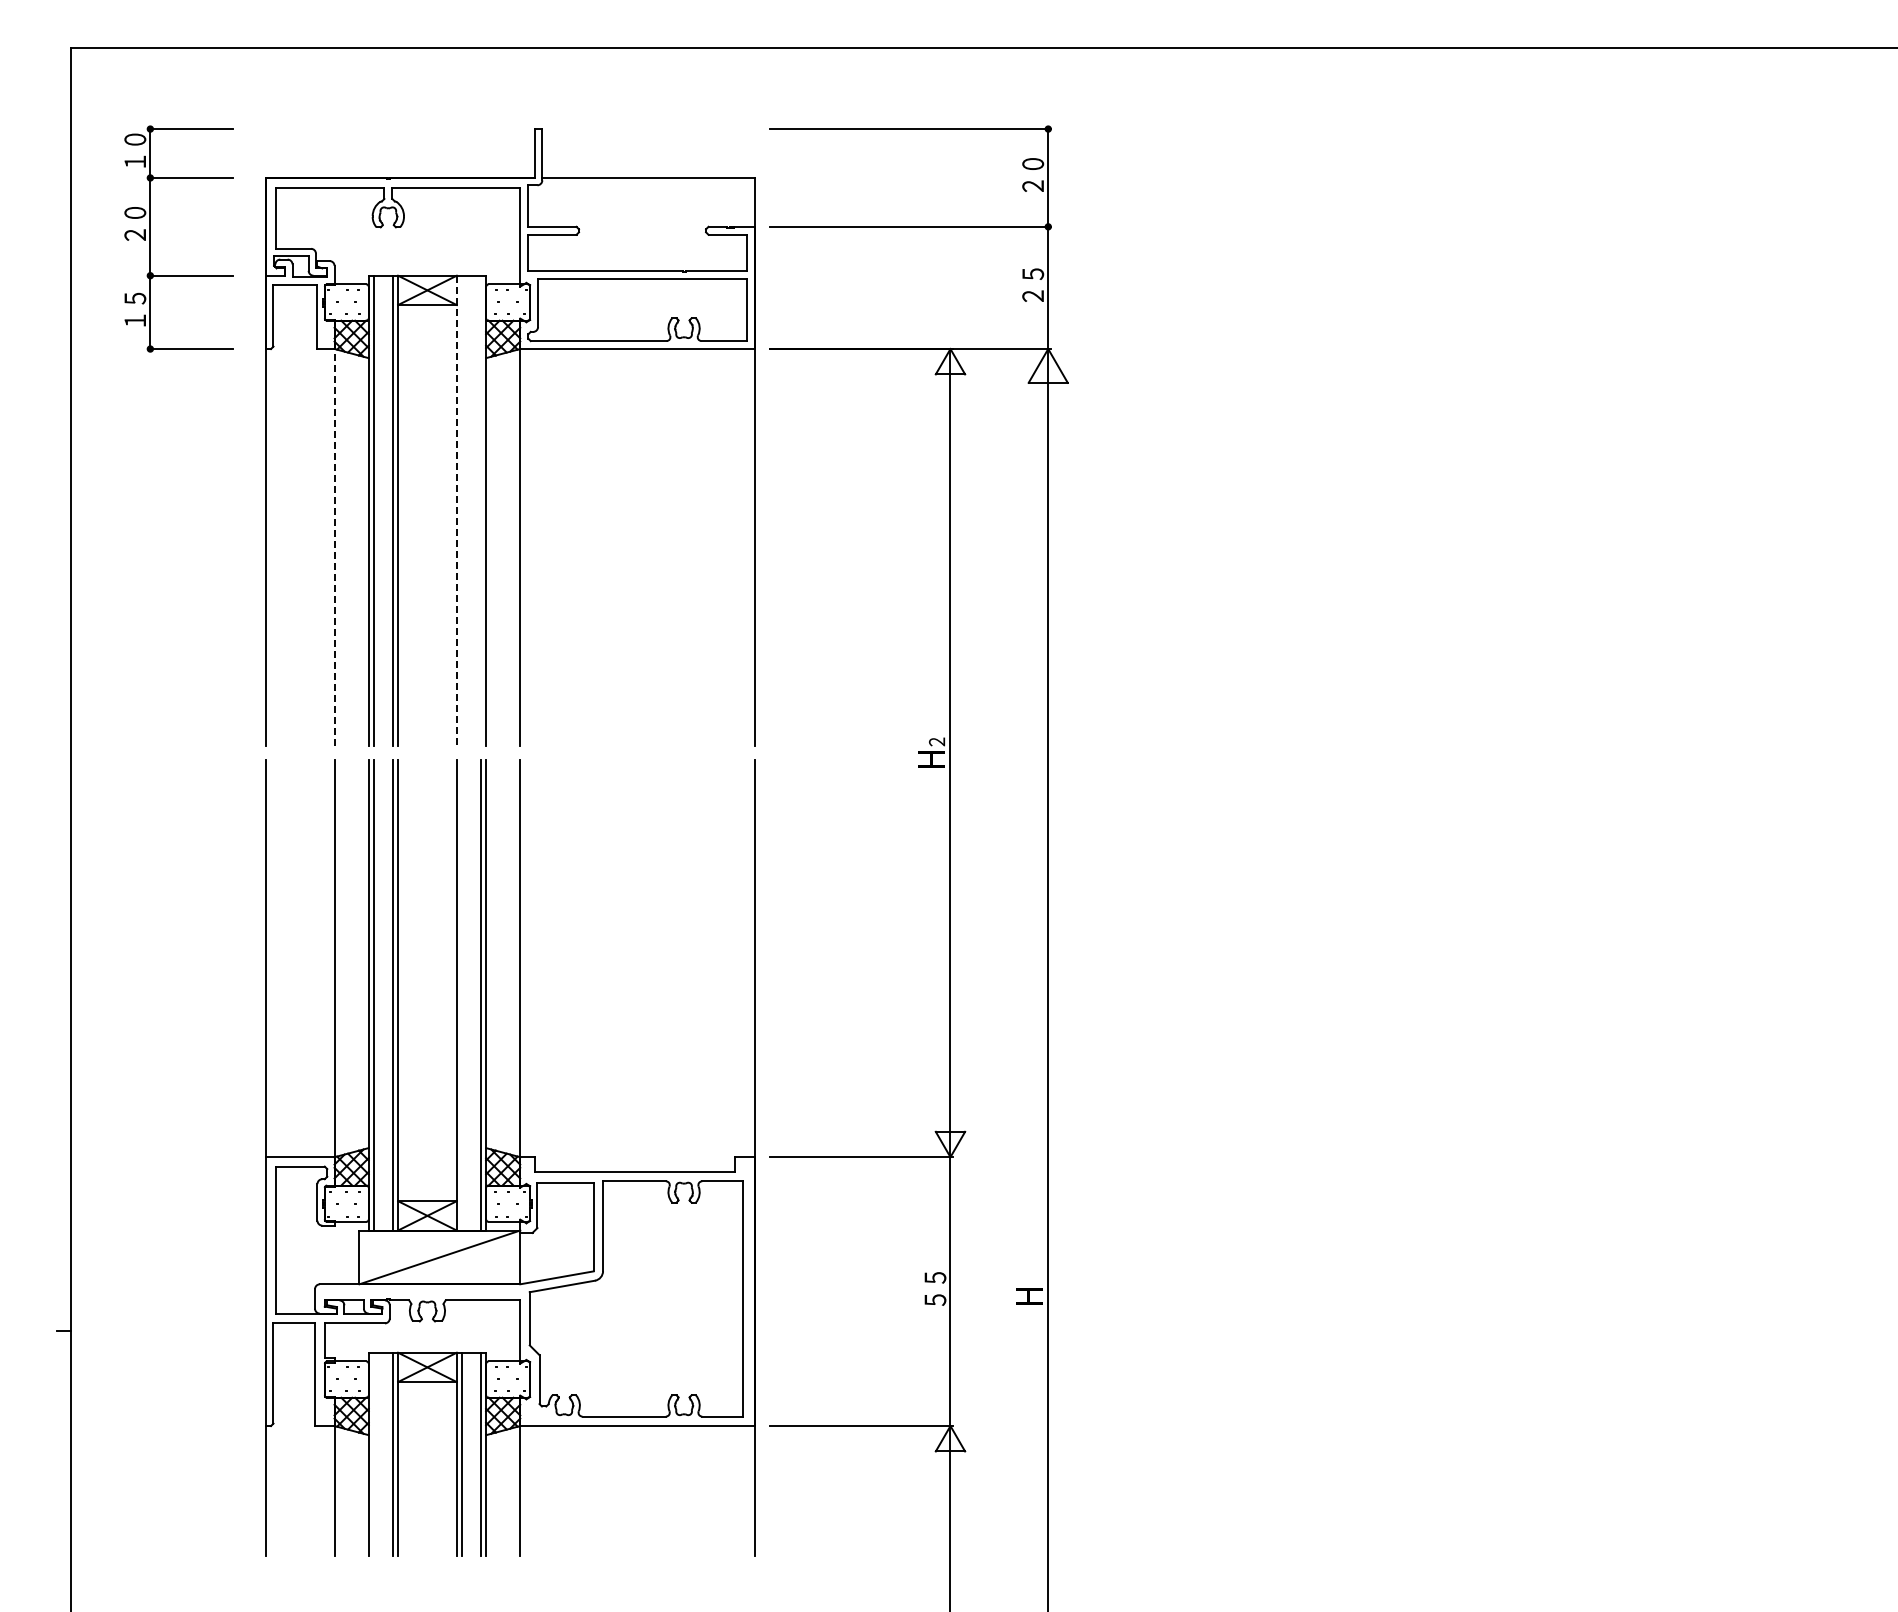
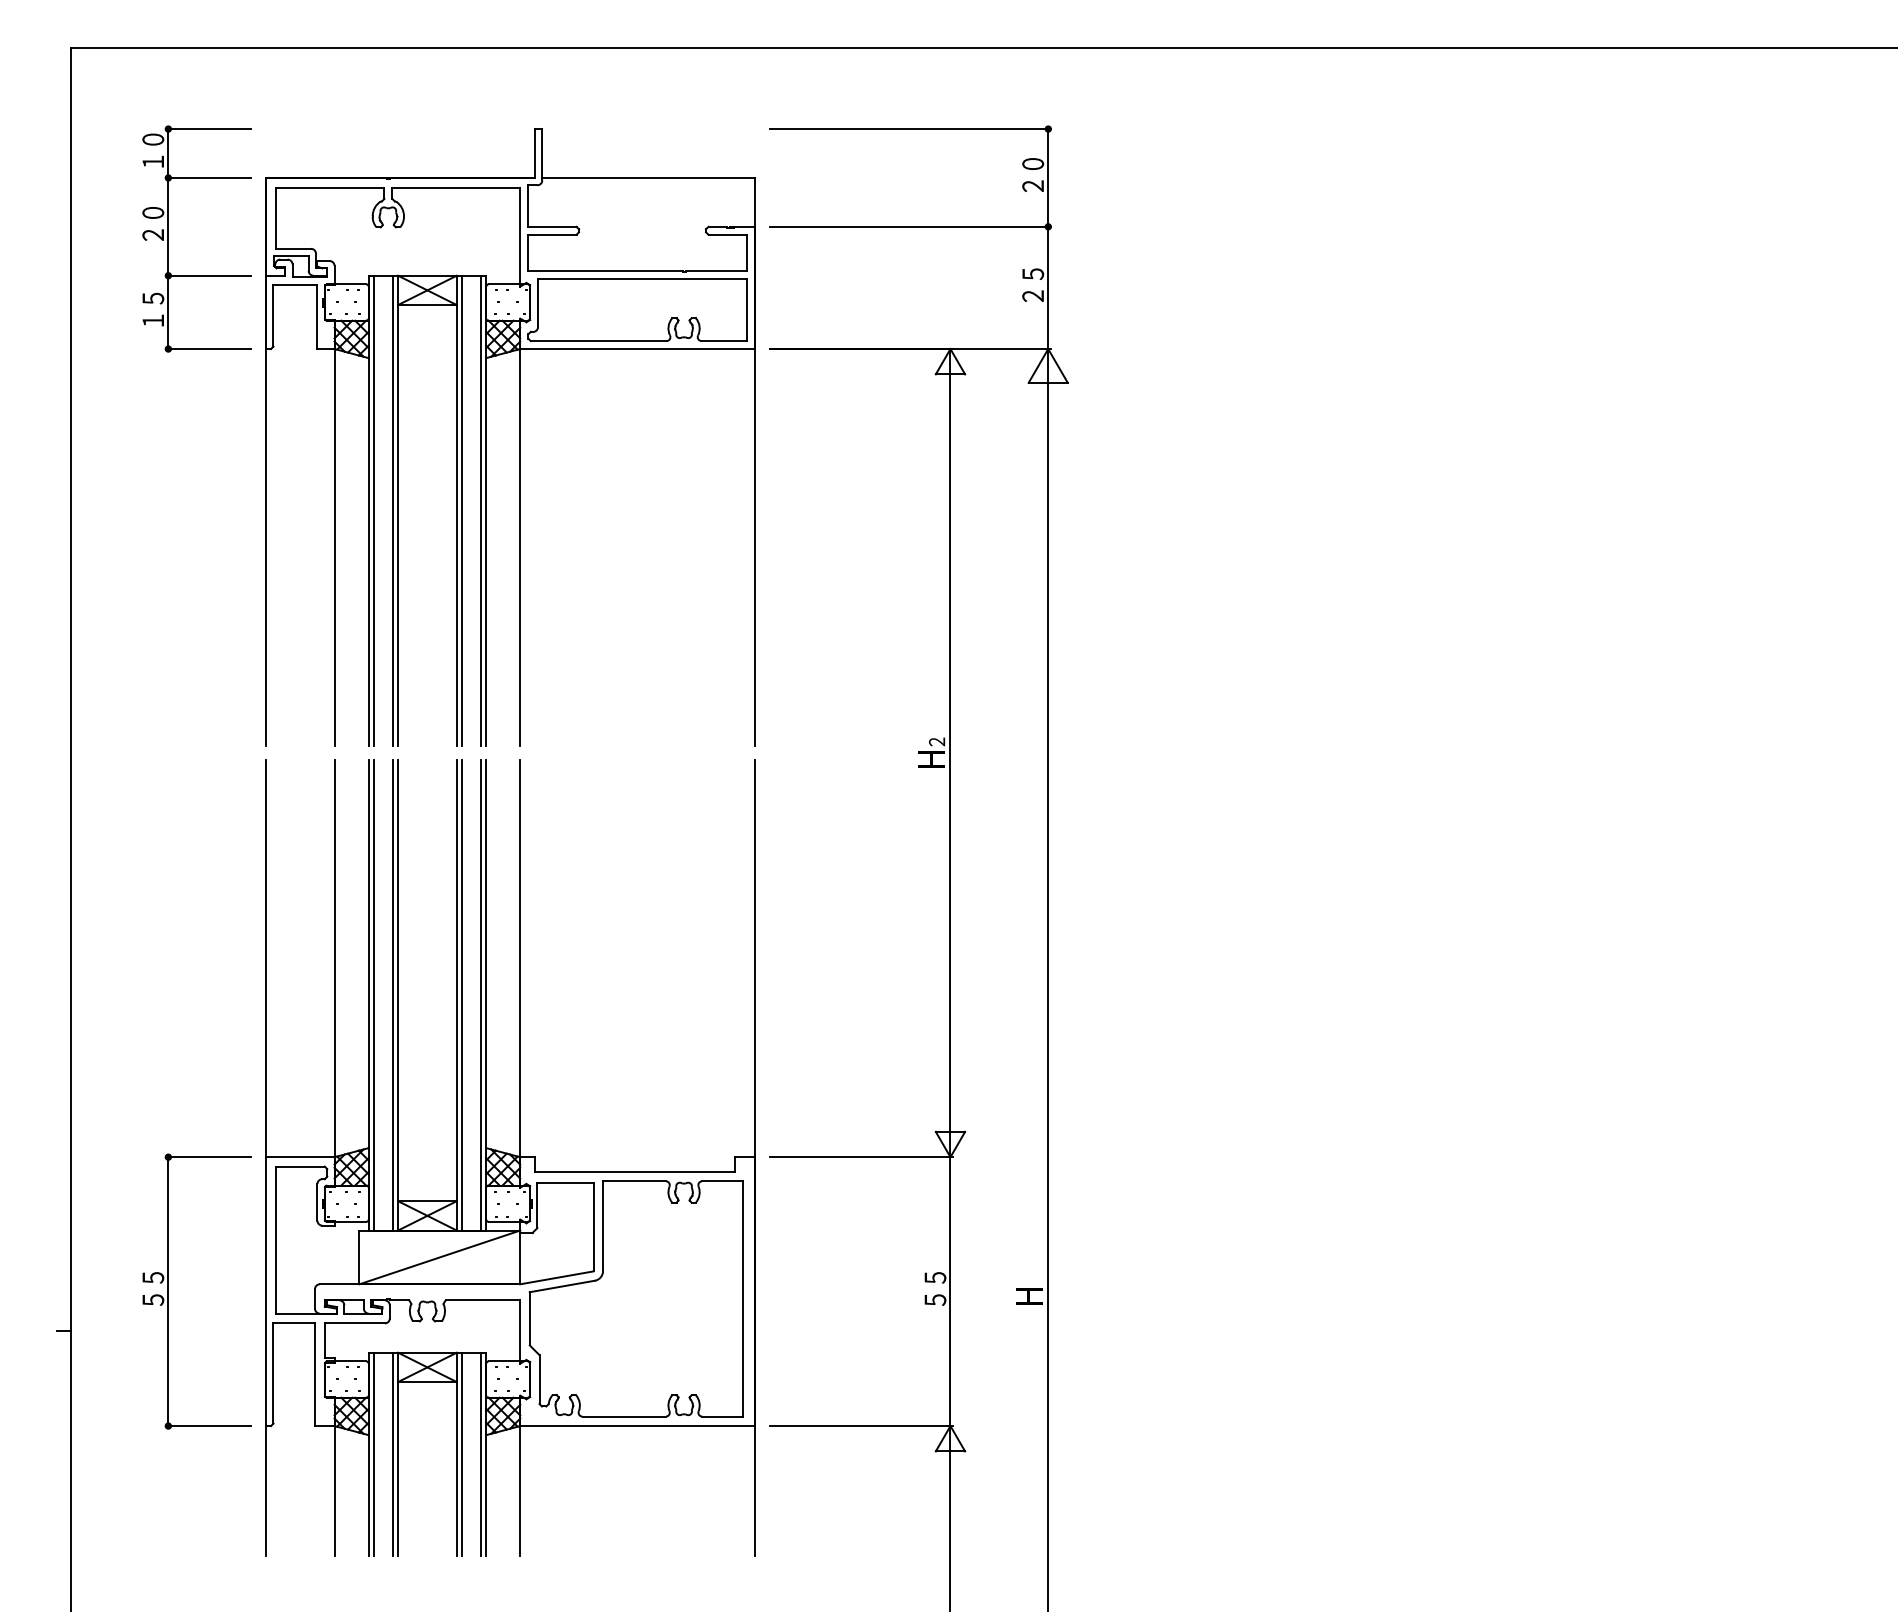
part at (150, 238) position: (150, 238) -> (168, 238)
line at (461, 510): none -> present
line at (481, 510): none -> present
line at (456, 511): dashed -> solid
line at (334, 546): dashed -> solid
line at (461, 995): none -> present
part at (168, 1291): none -> present
line at (373, 1454): none -> present
